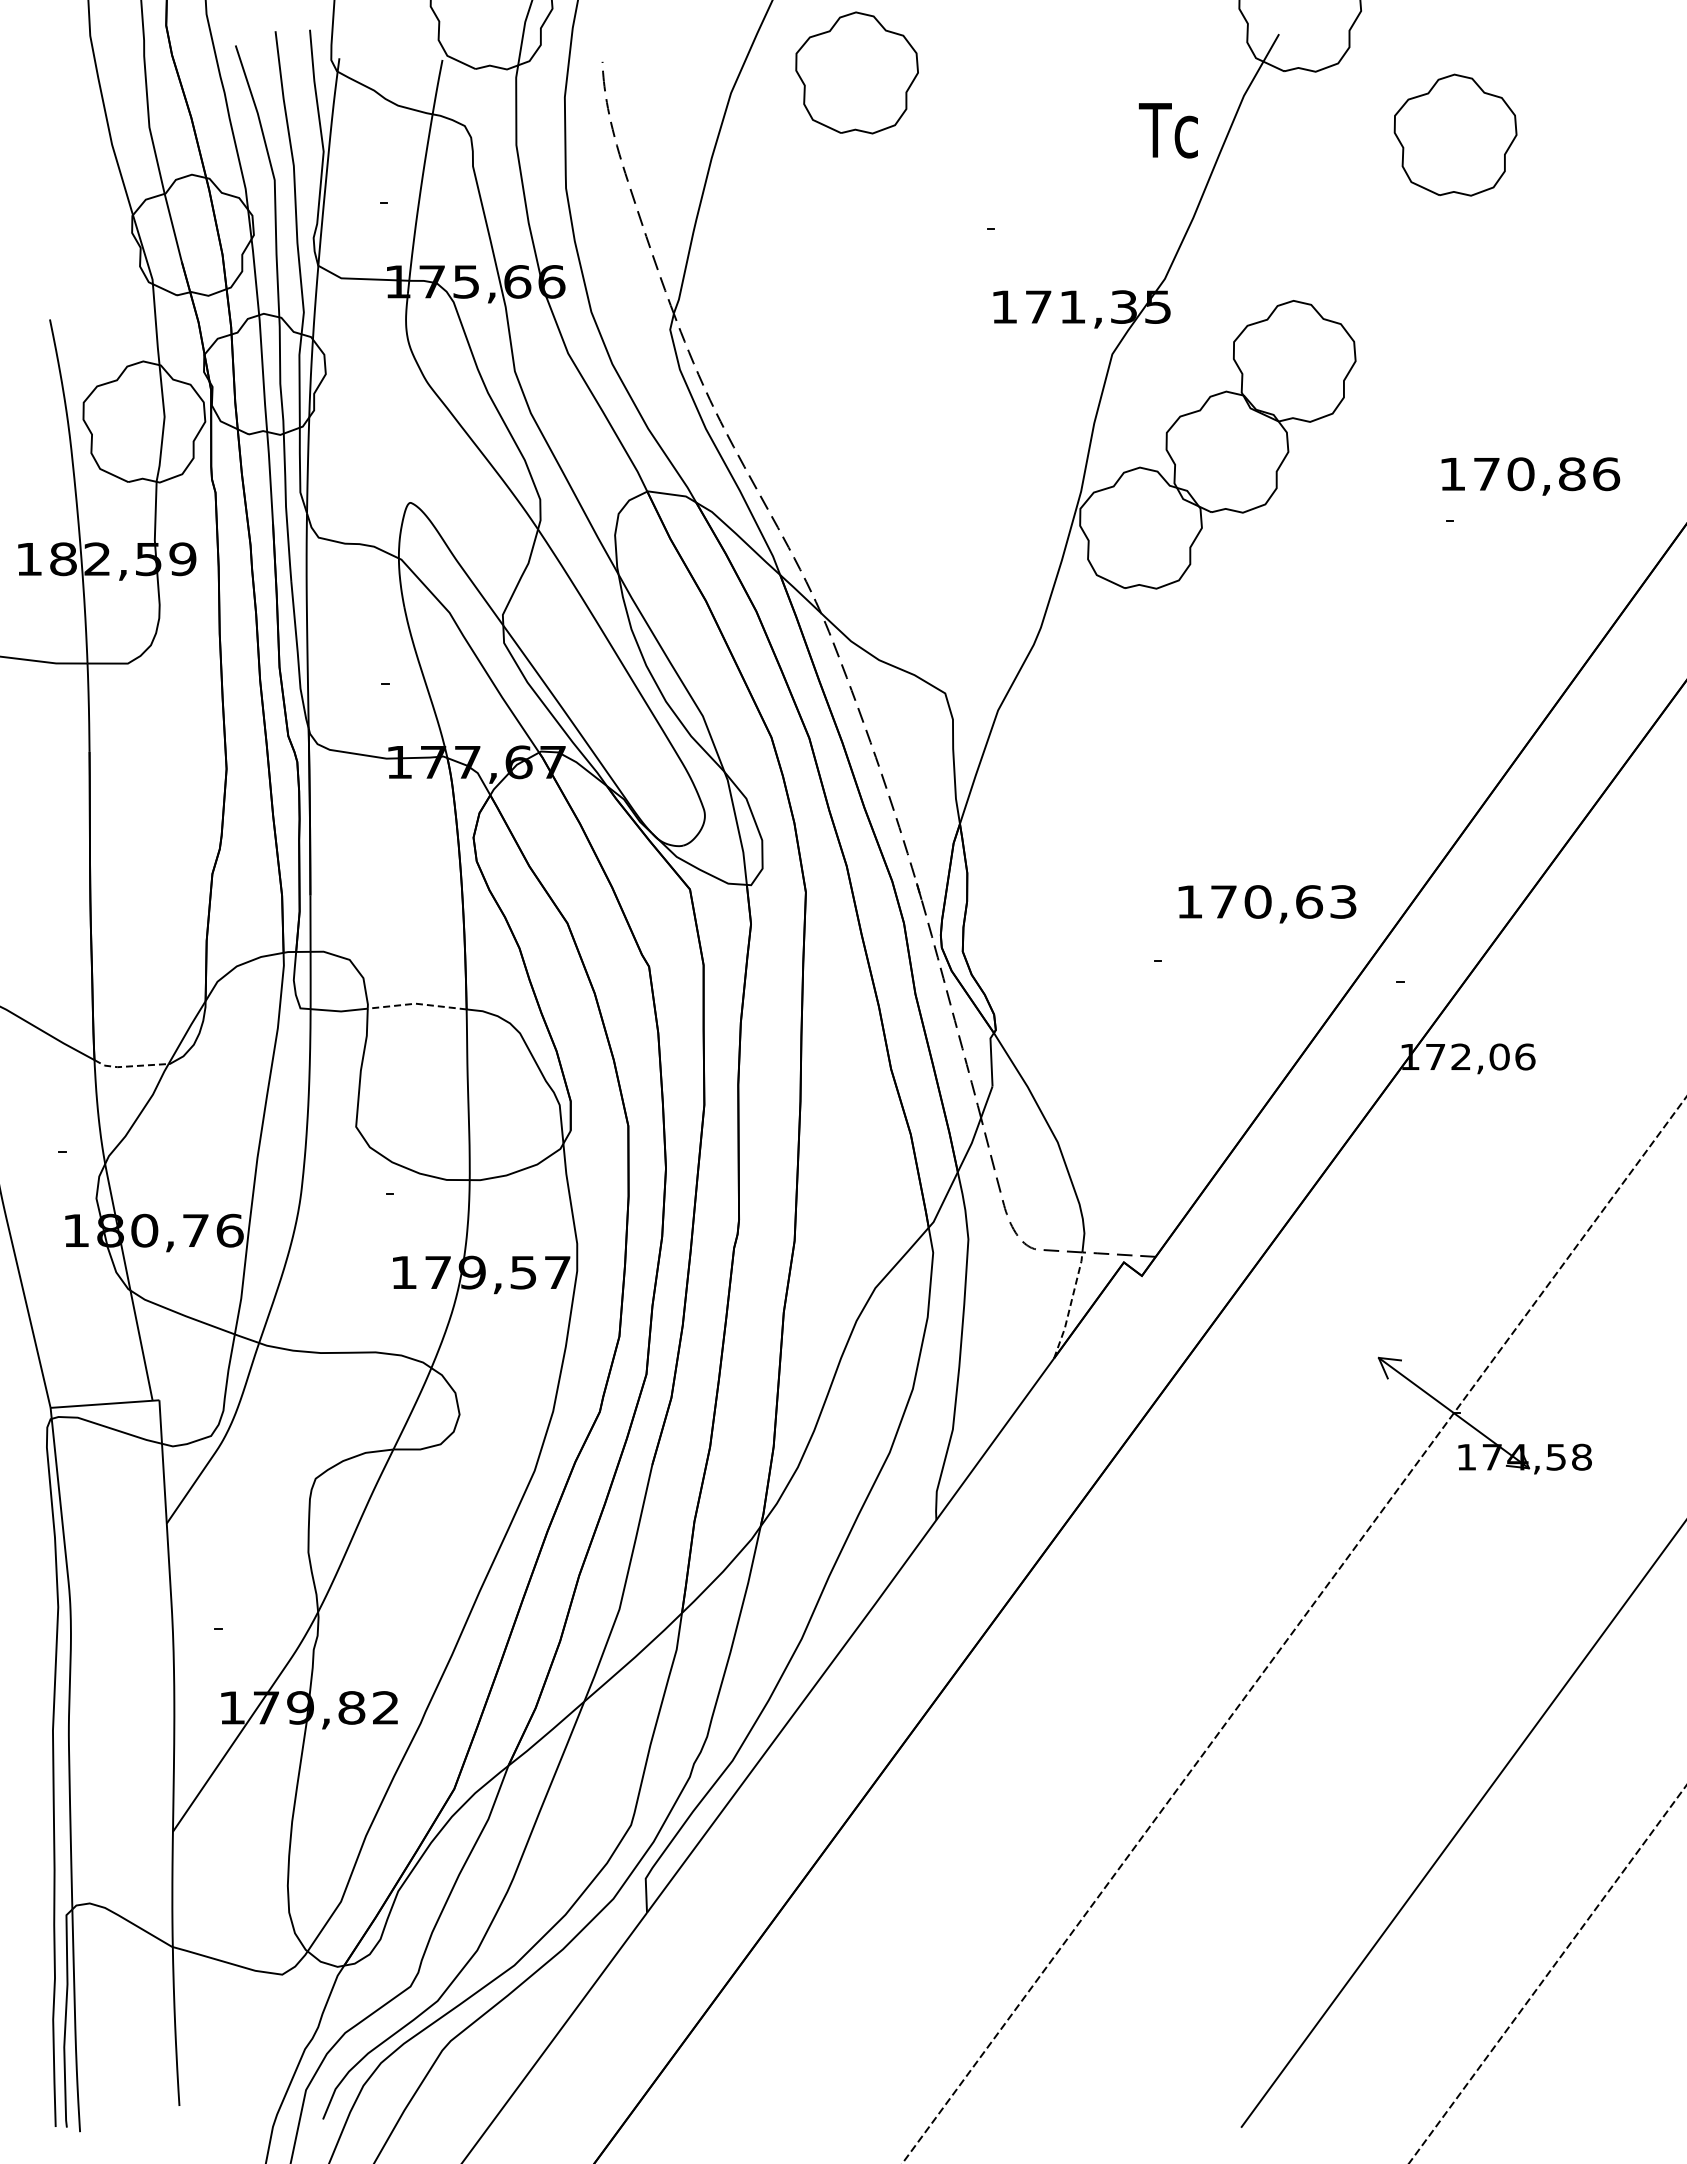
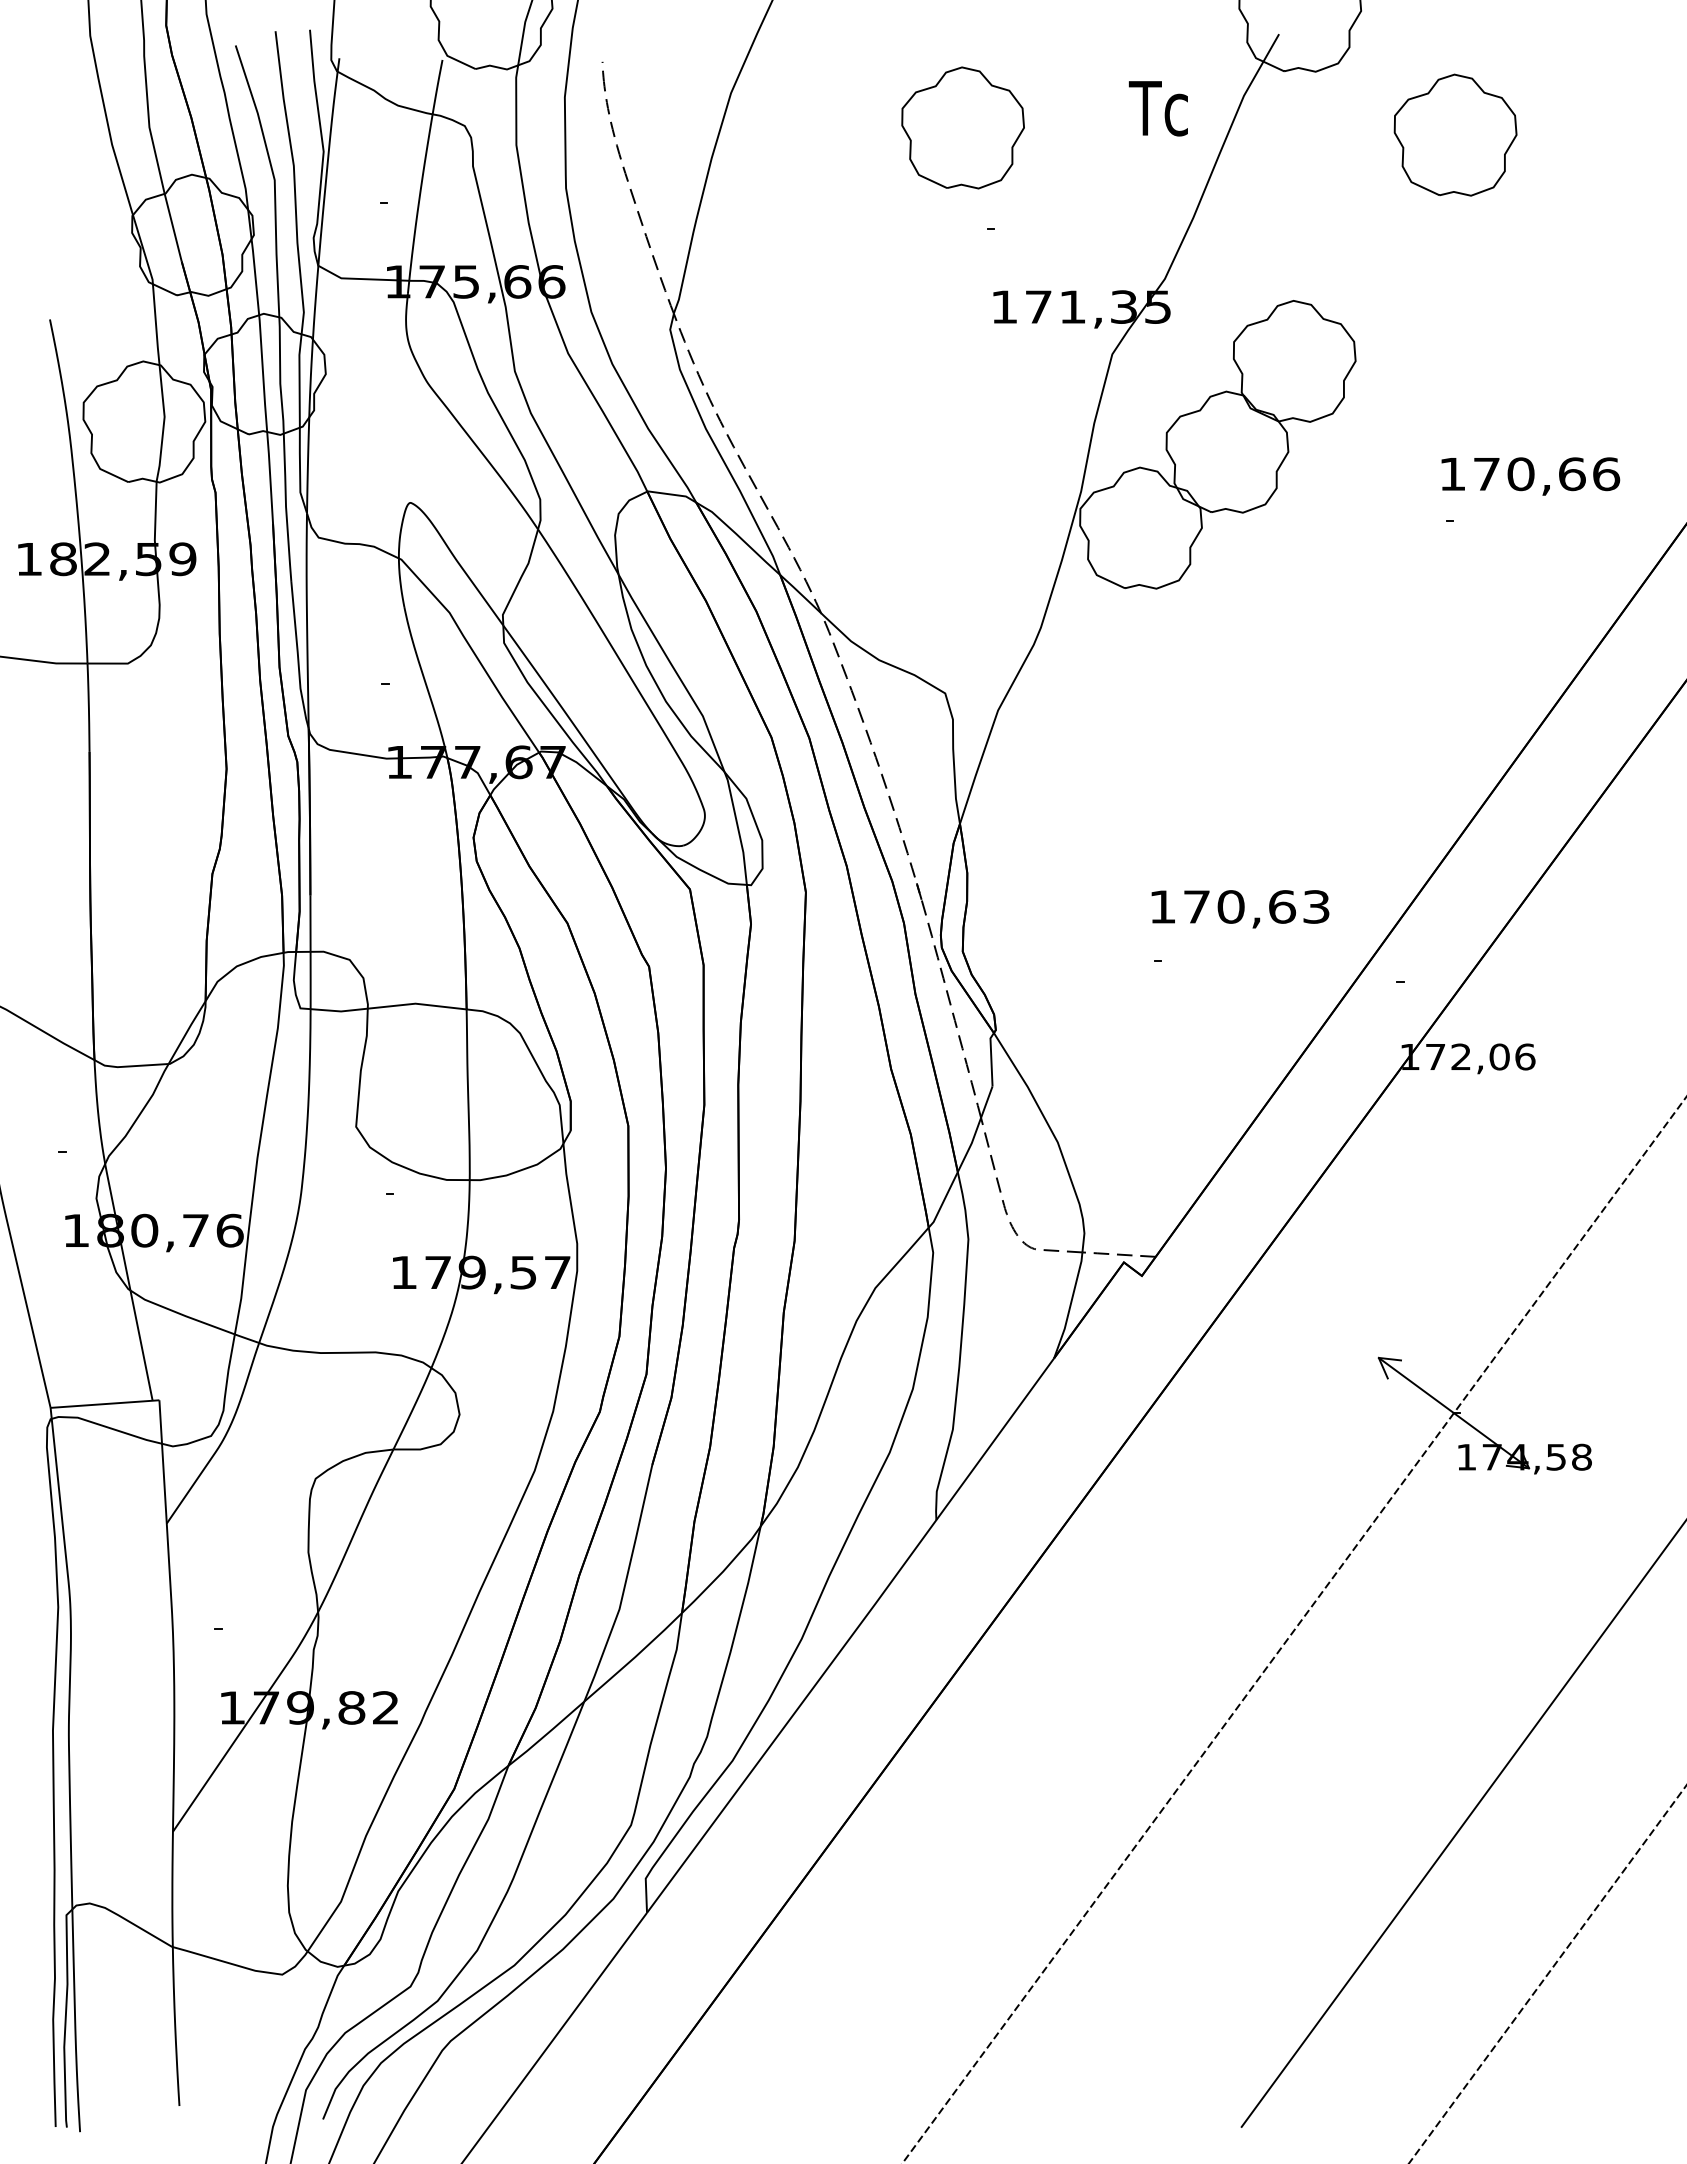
part at (856, 72) position: (856, 72) -> (962, 127)
text at (1168, 130) position: (1168, 130) -> (1158, 108)
text at (1572, 473): 170,86 -> 170,66
text at (1267, 904) position: (1267, 904) -> (1240, 909)
line at (416, 1003): dashed -> solid
line at (129, 1066): dashed -> solid
line at (1070, 1305): dashed -> solid
